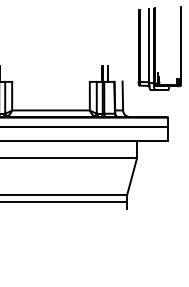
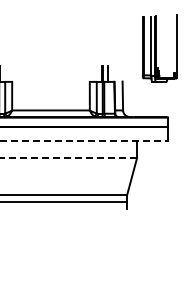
part at (159, 48) size: 45x85 px -> 37x69 px
line at (84, 141): solid -> dashed
line at (69, 158): solid -> dashed
